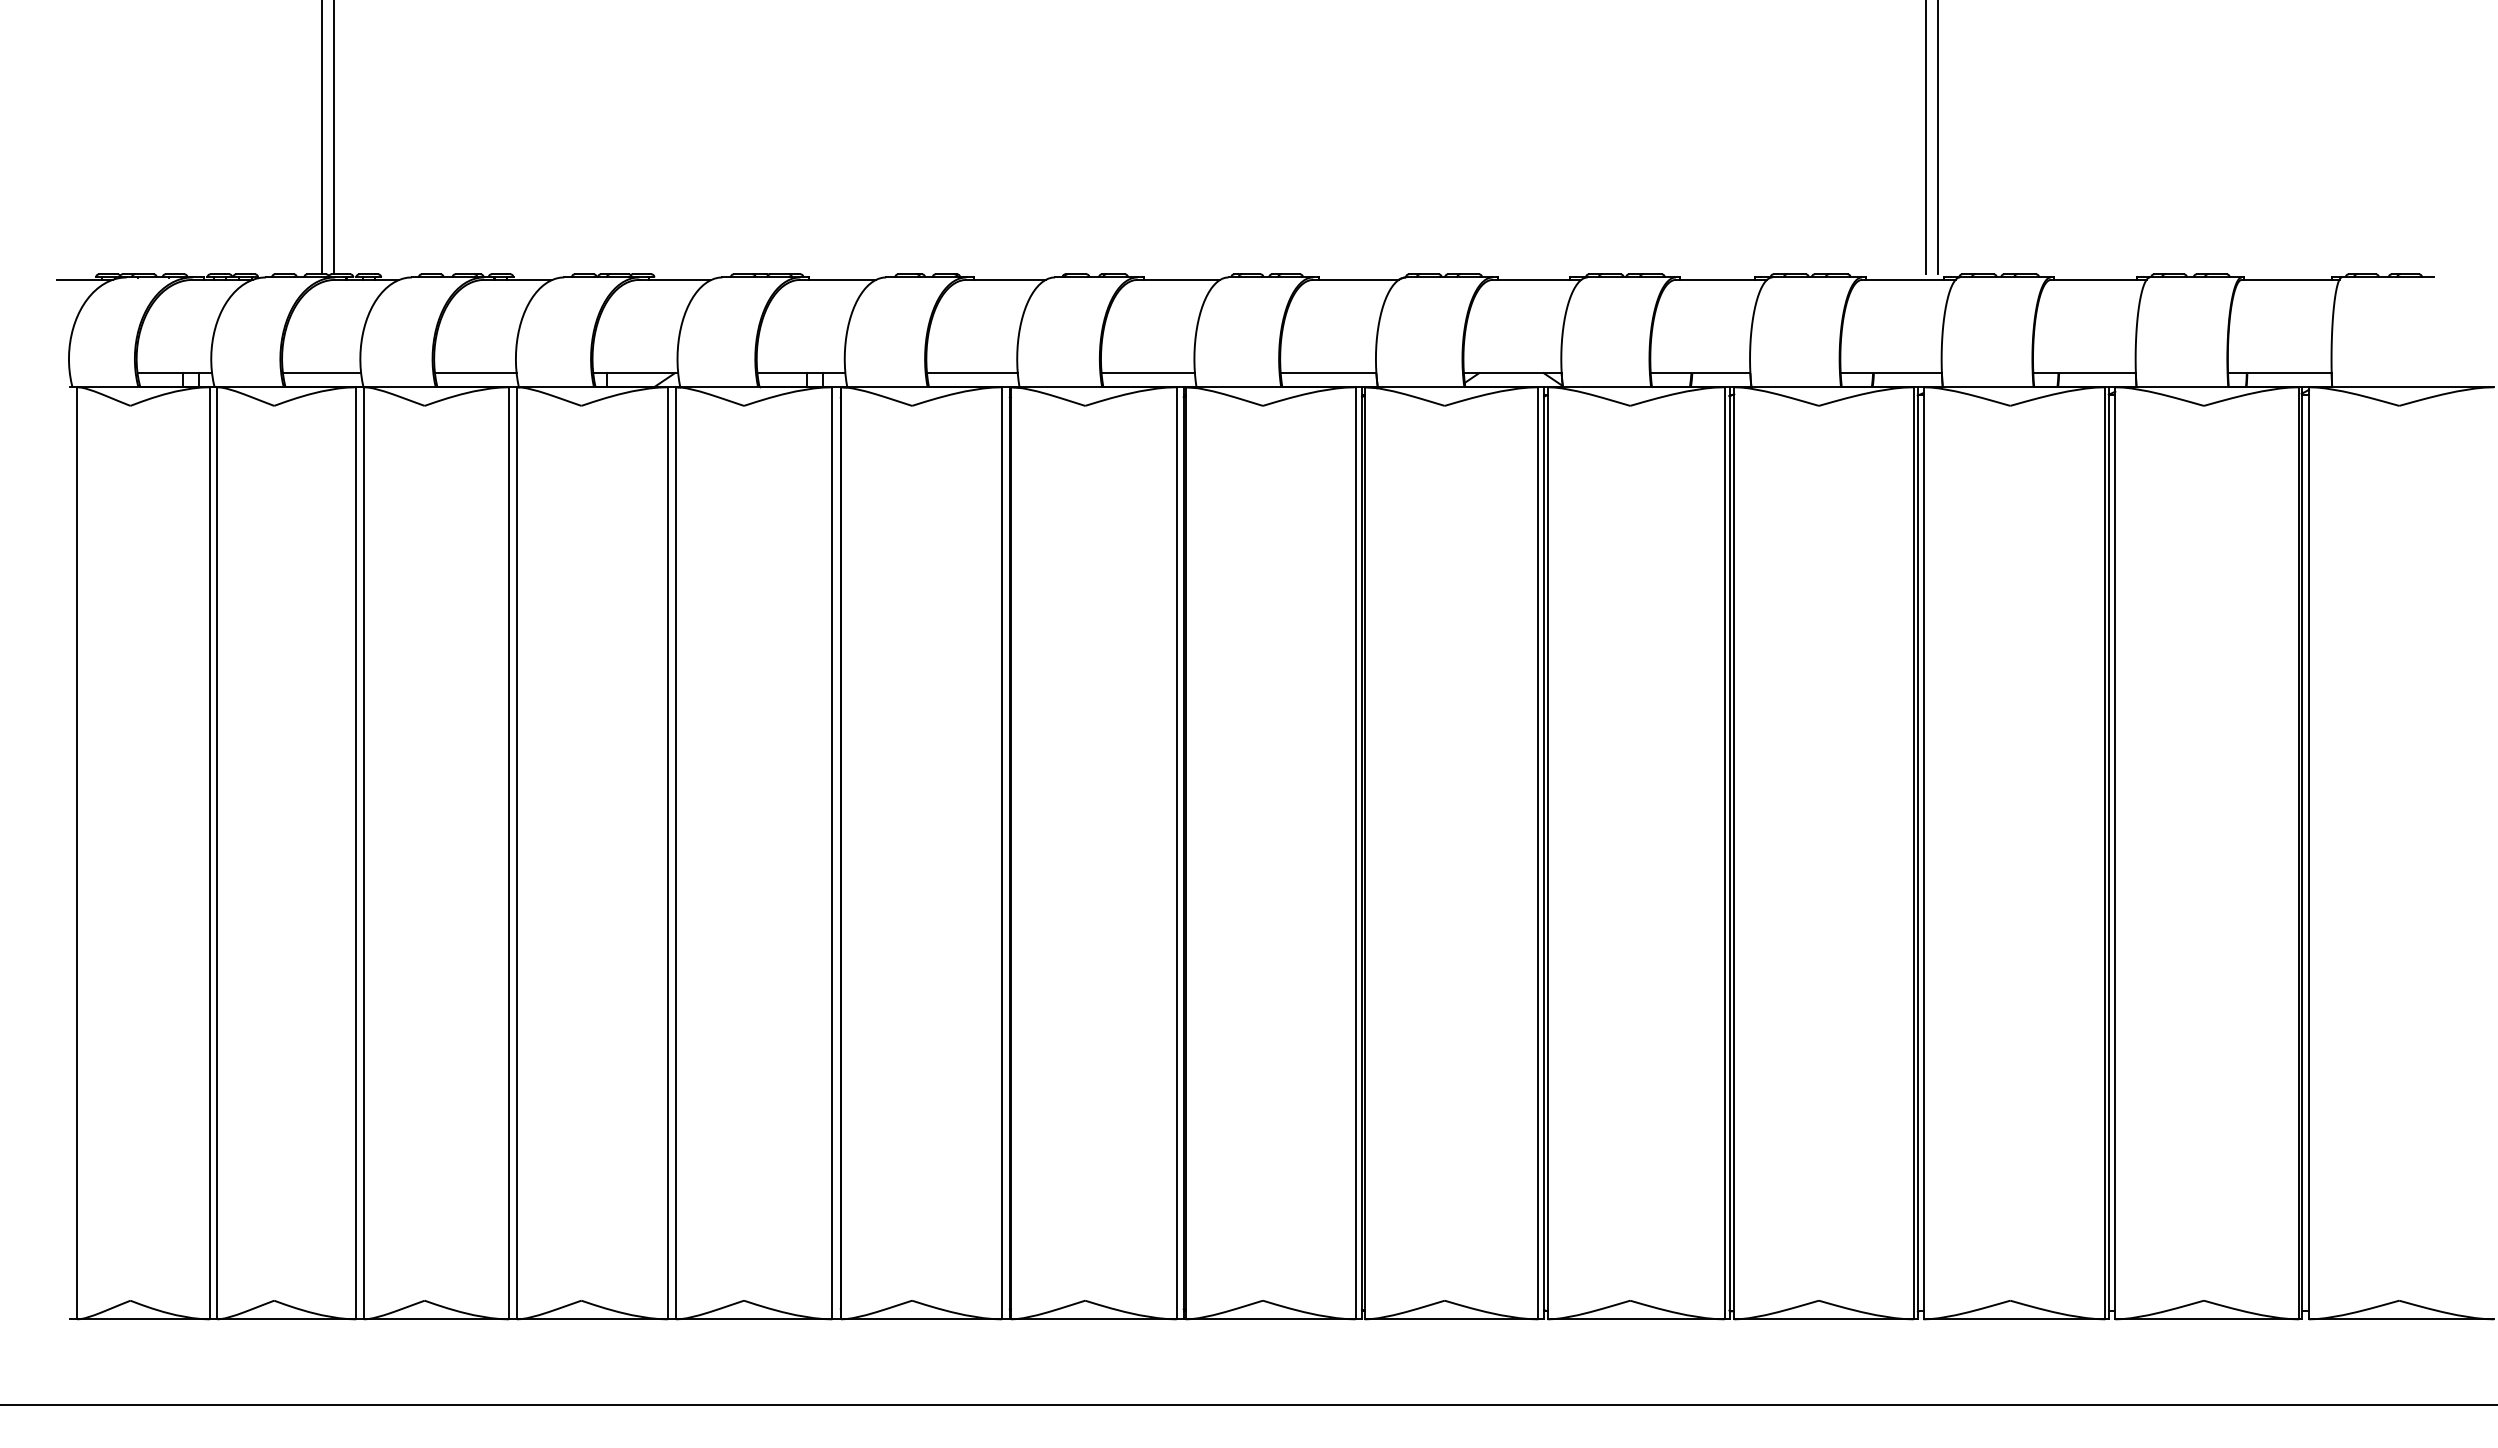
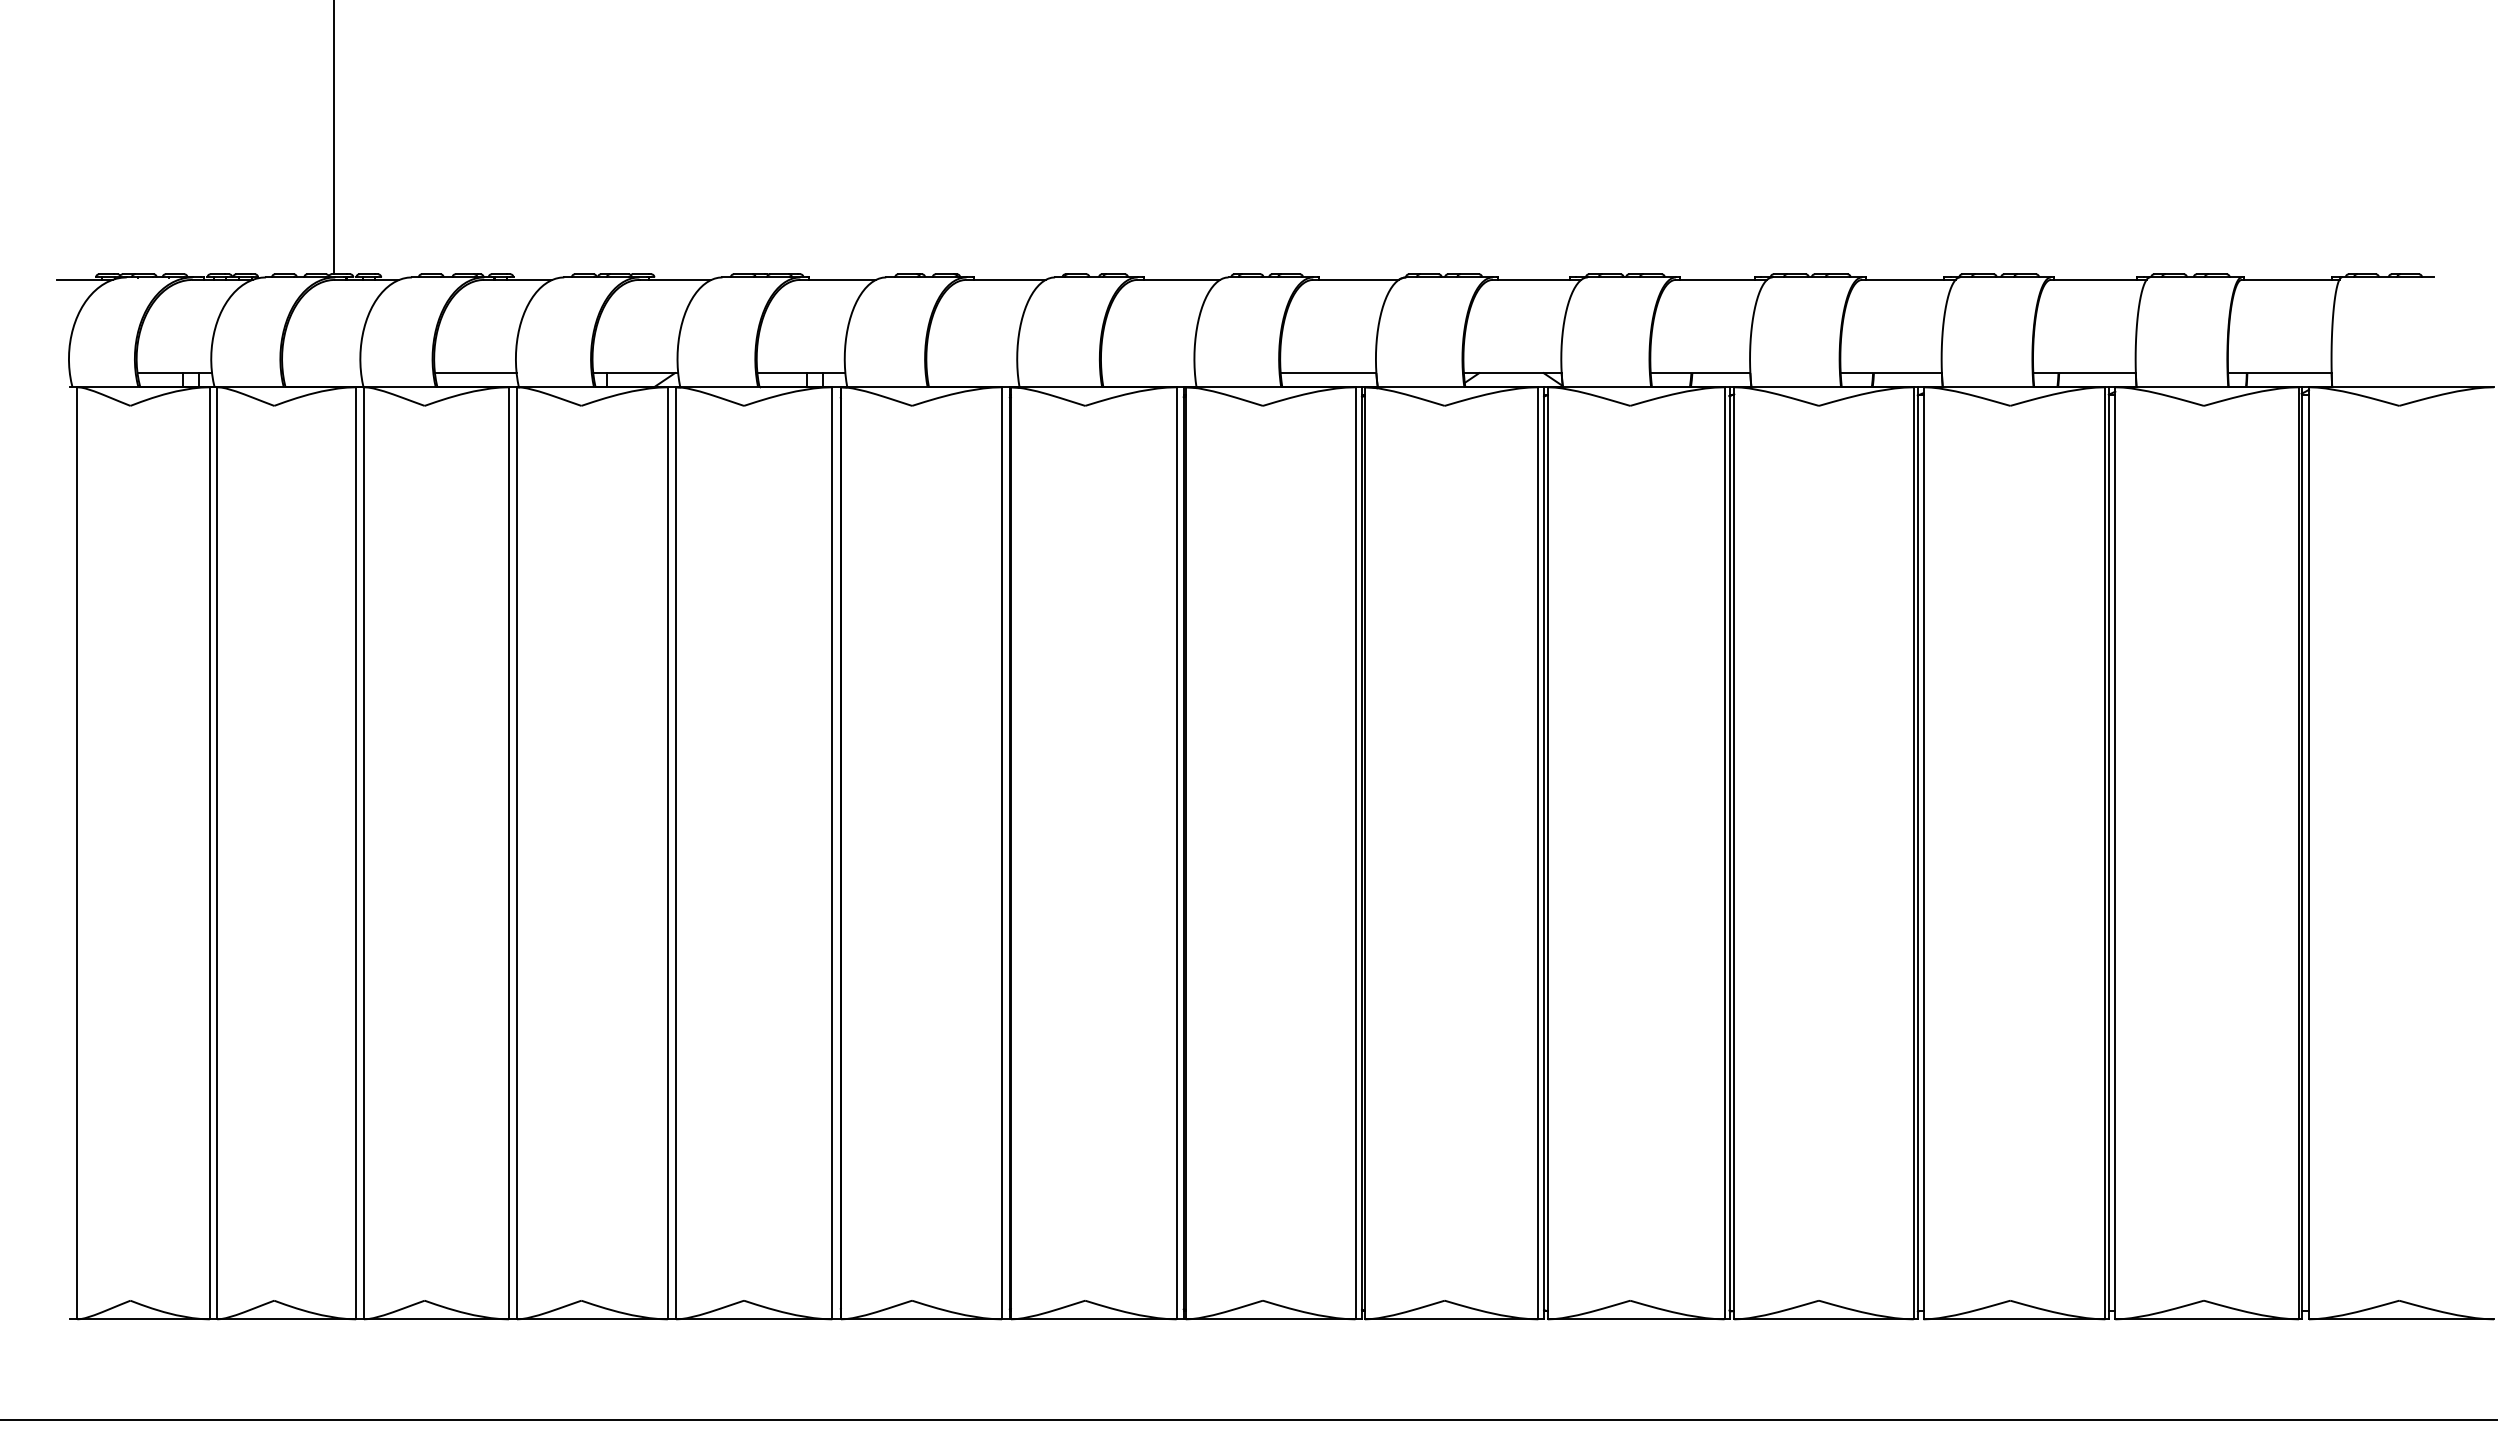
line at (321, 138): present -> none
line at (1926, 138): present -> none
line at (1938, 138): present -> none
line at (321, 373): present -> none
line at (971, 373): present -> none
line at (1147, 373): present -> none
line at (1248, 1404) position: (1248, 1404) -> (1248, 1419)
